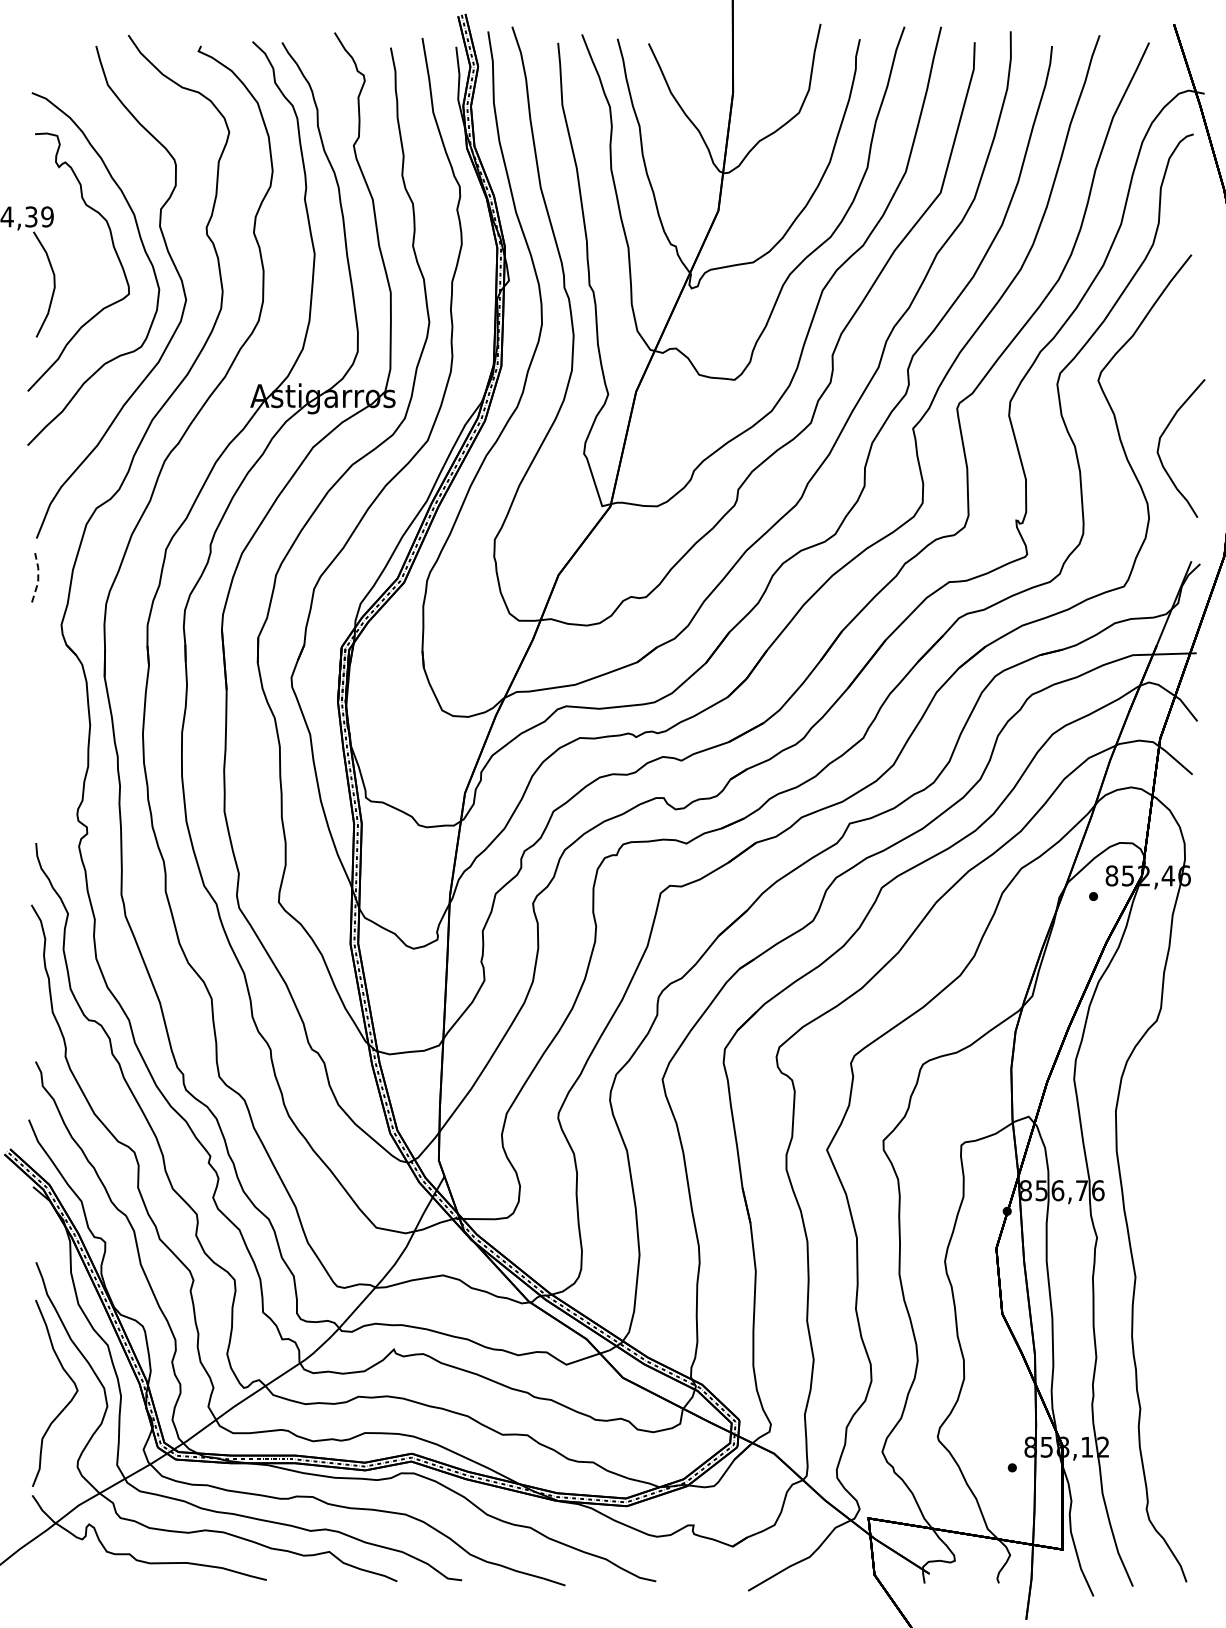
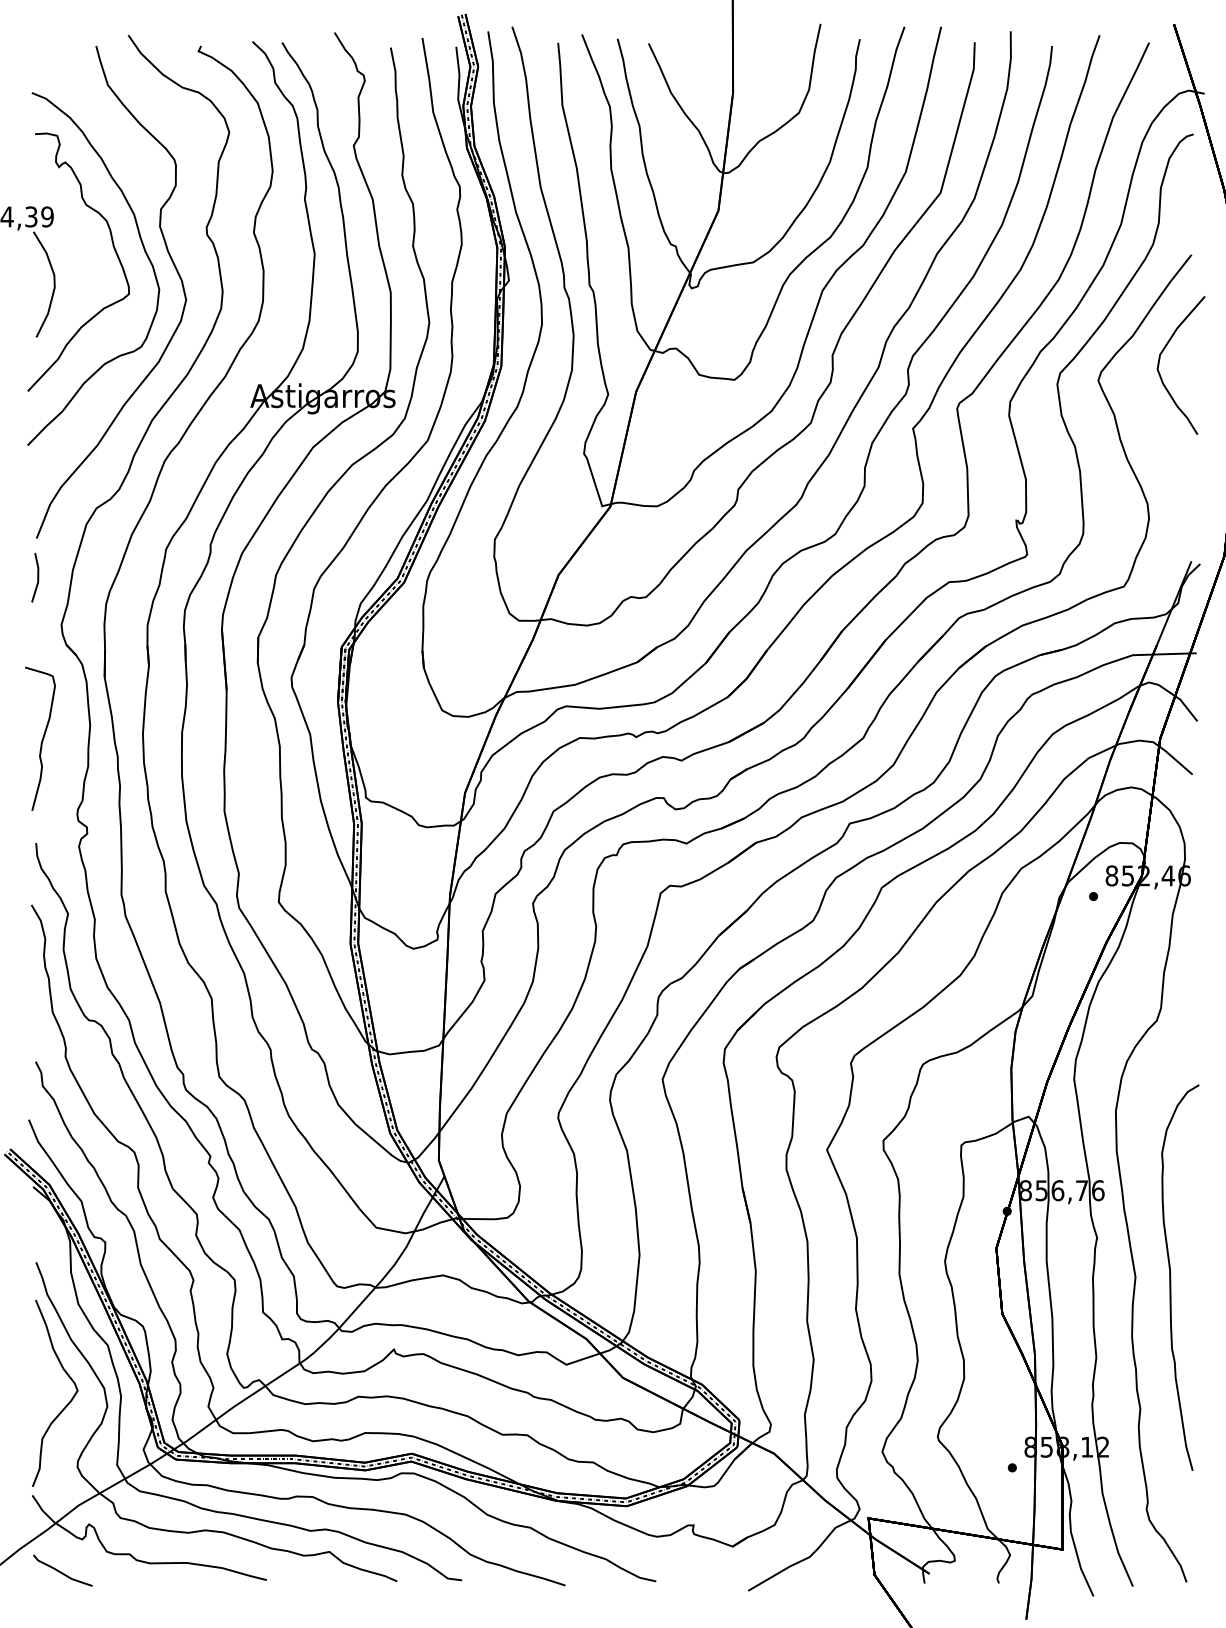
curve at (1160, 442) position: (1160, 442) -> (1160, 359)
line at (38, 577): dashed -> solid
curve at (42, 738): none -> present
curve at (1171, 1277): none -> present
line at (61, 1571): none -> present
